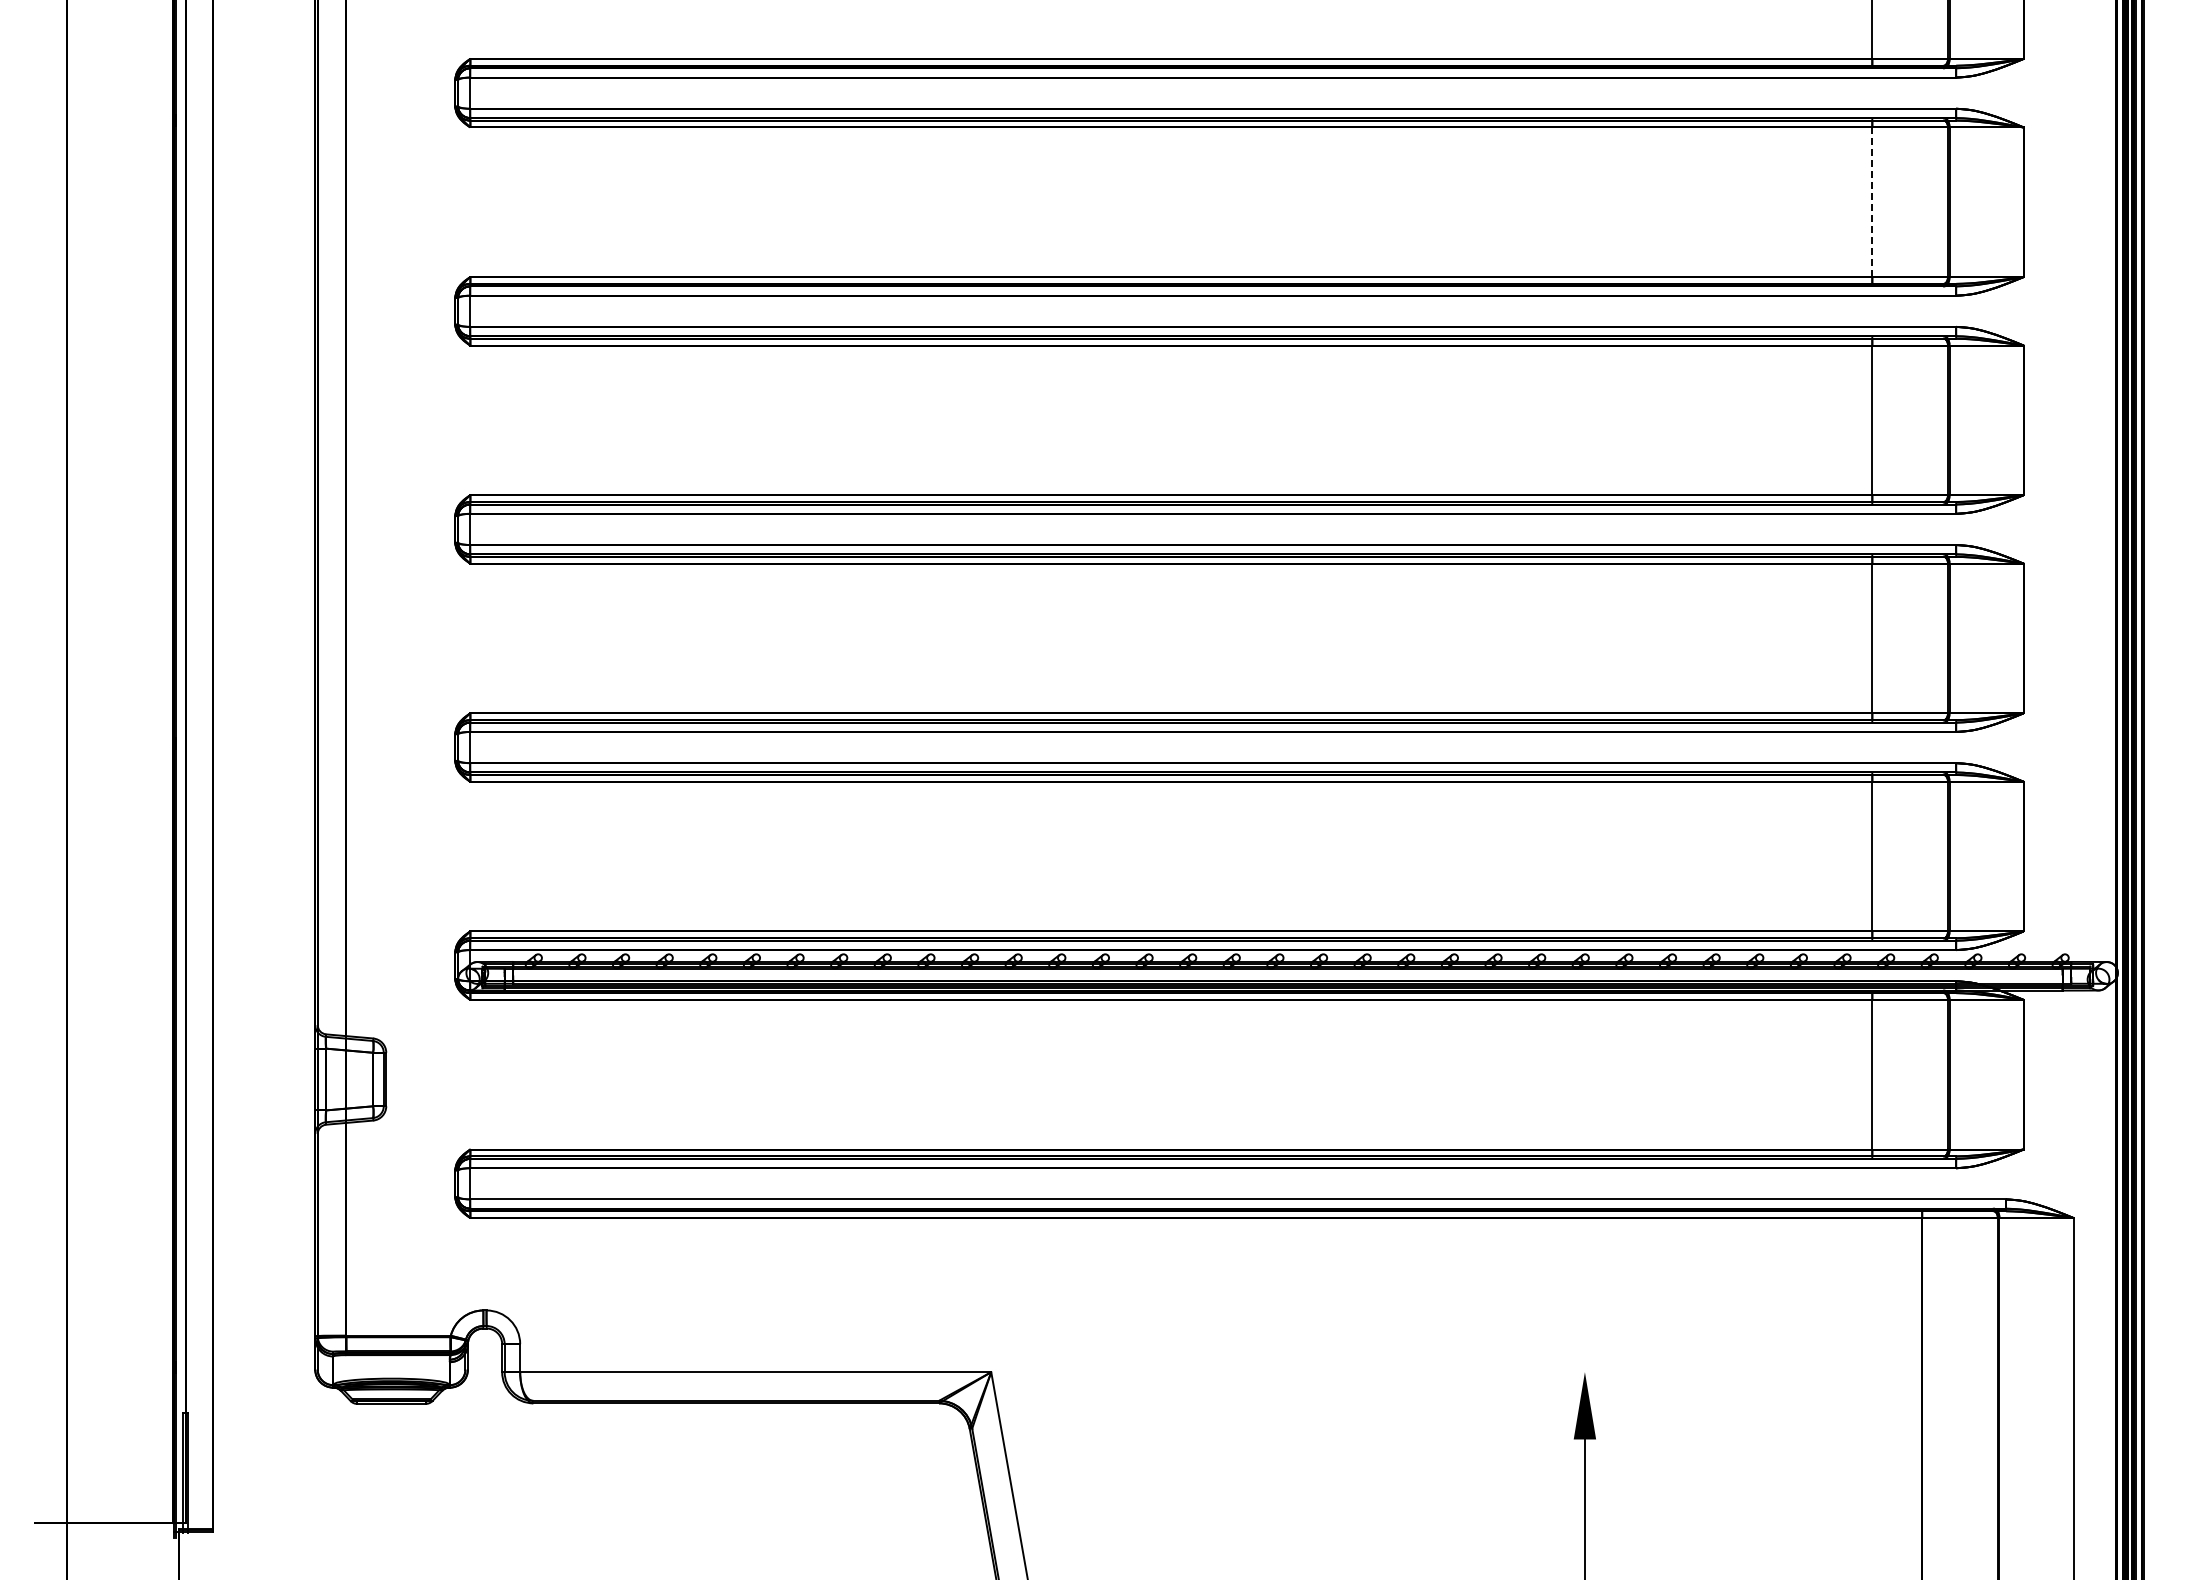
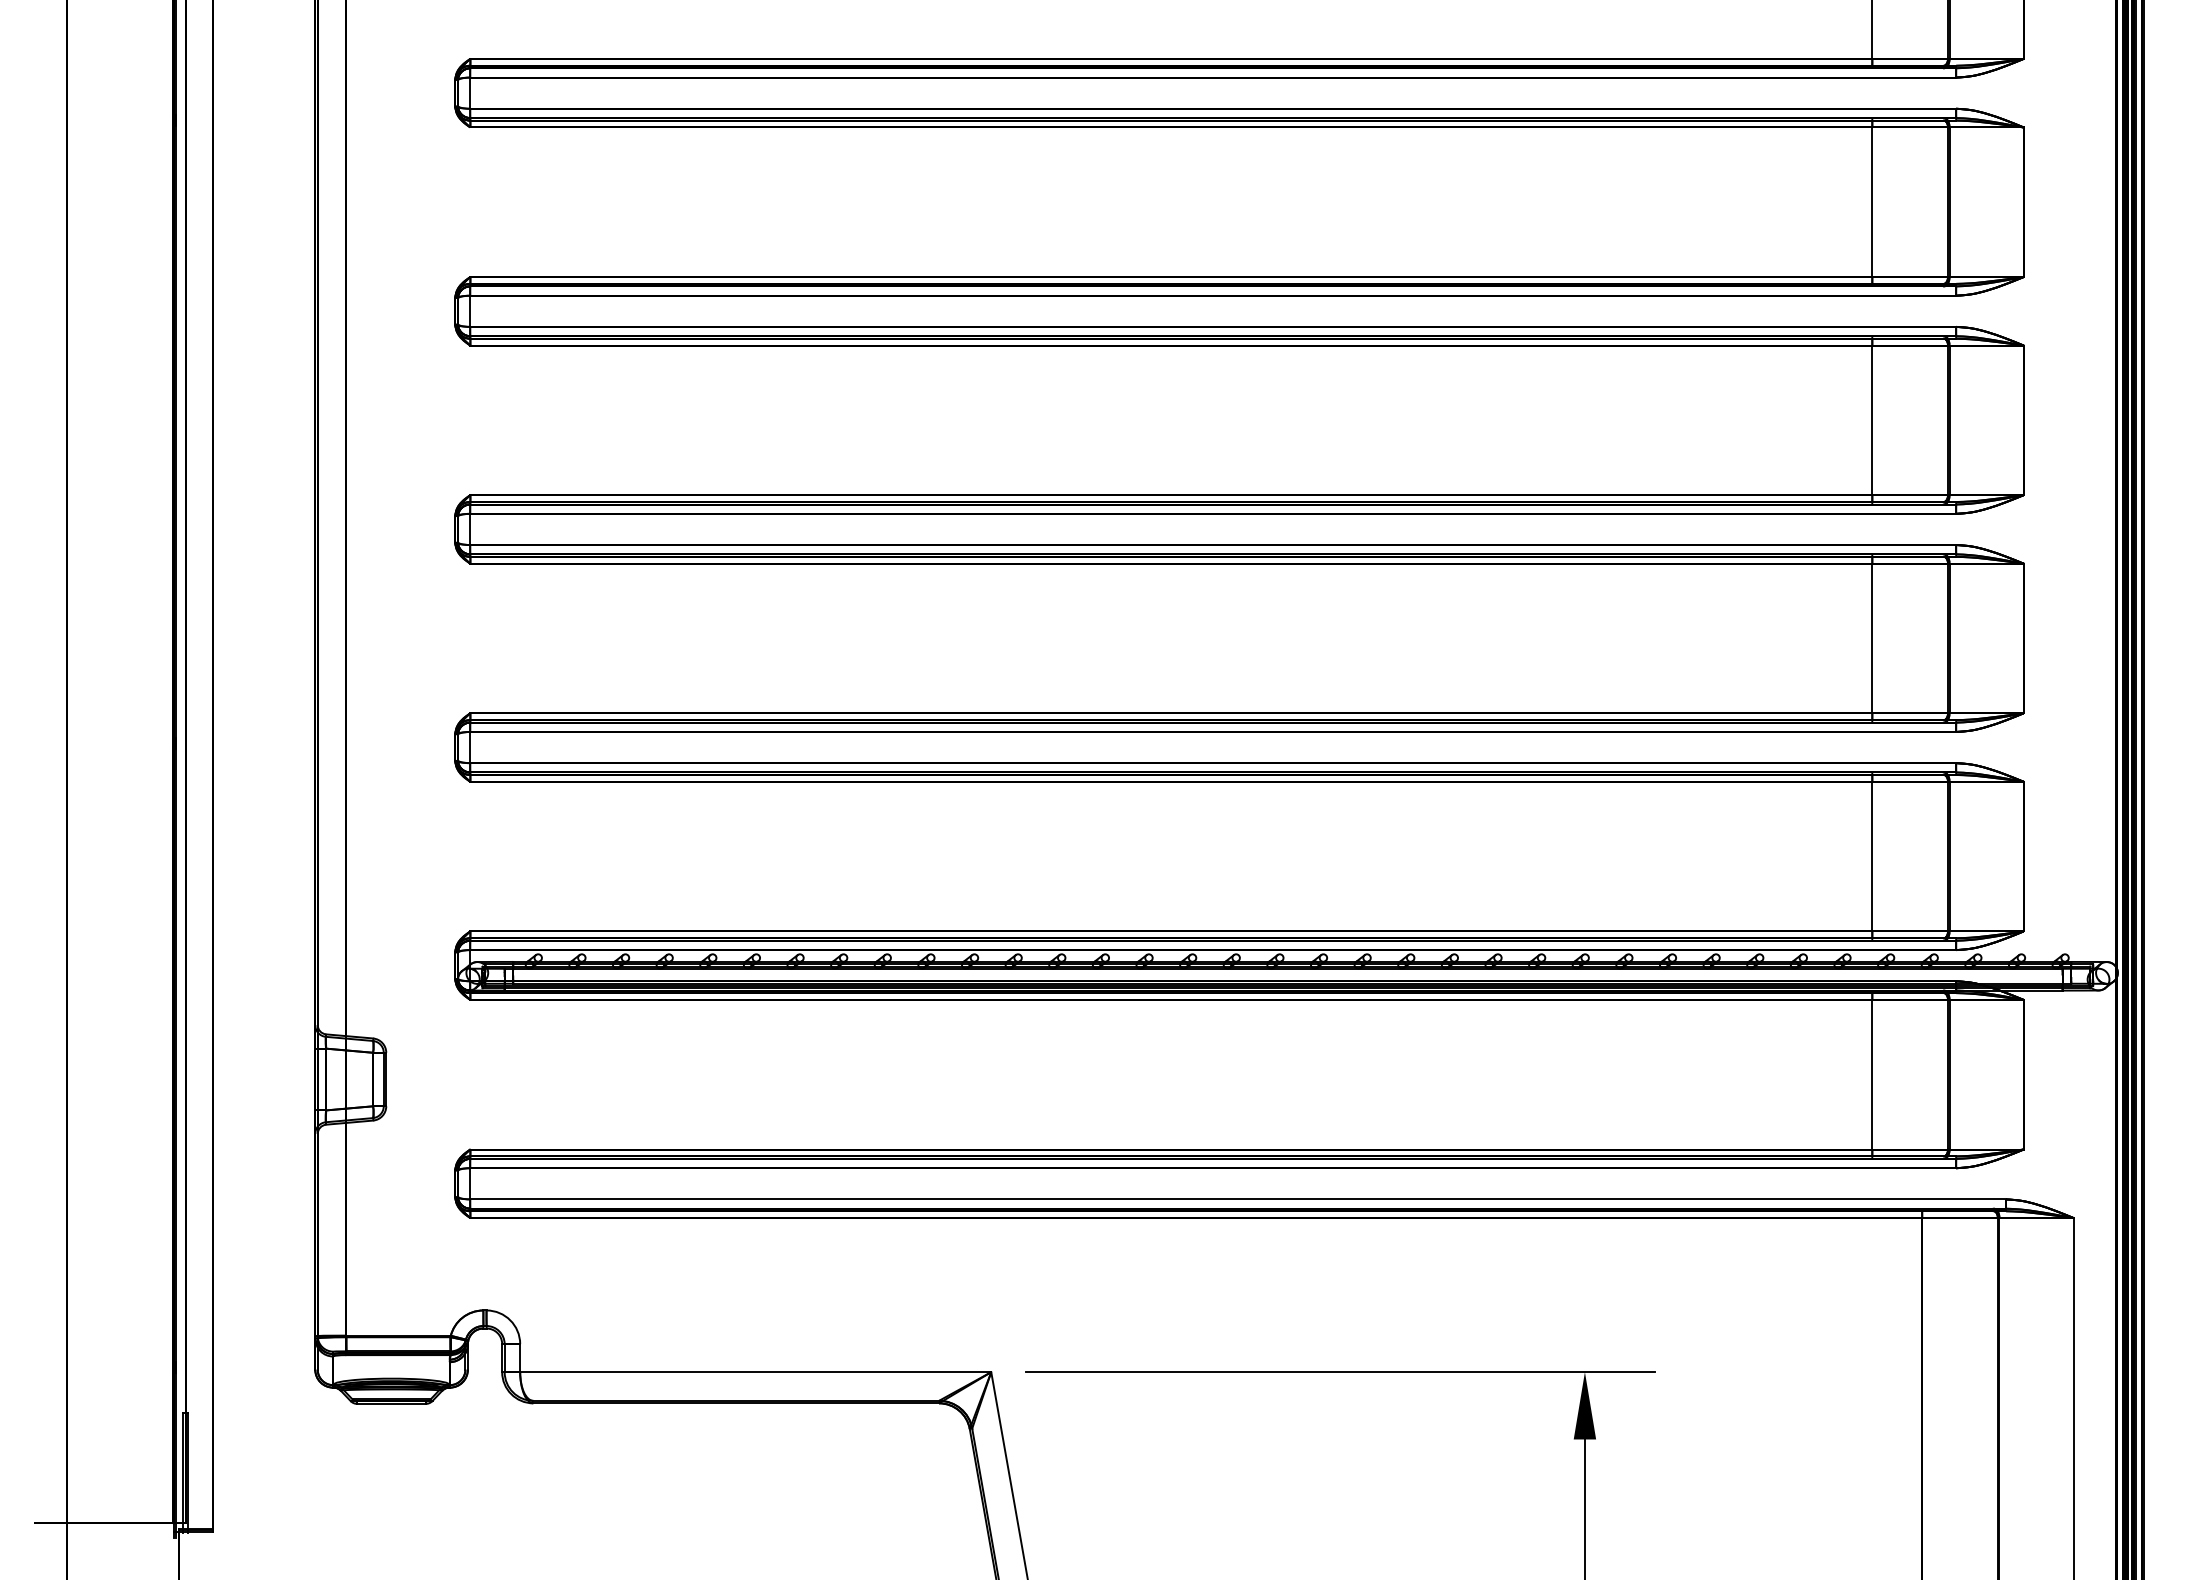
line at (1872, 202): dashed -> solid
line at (1340, 1372): none -> present
